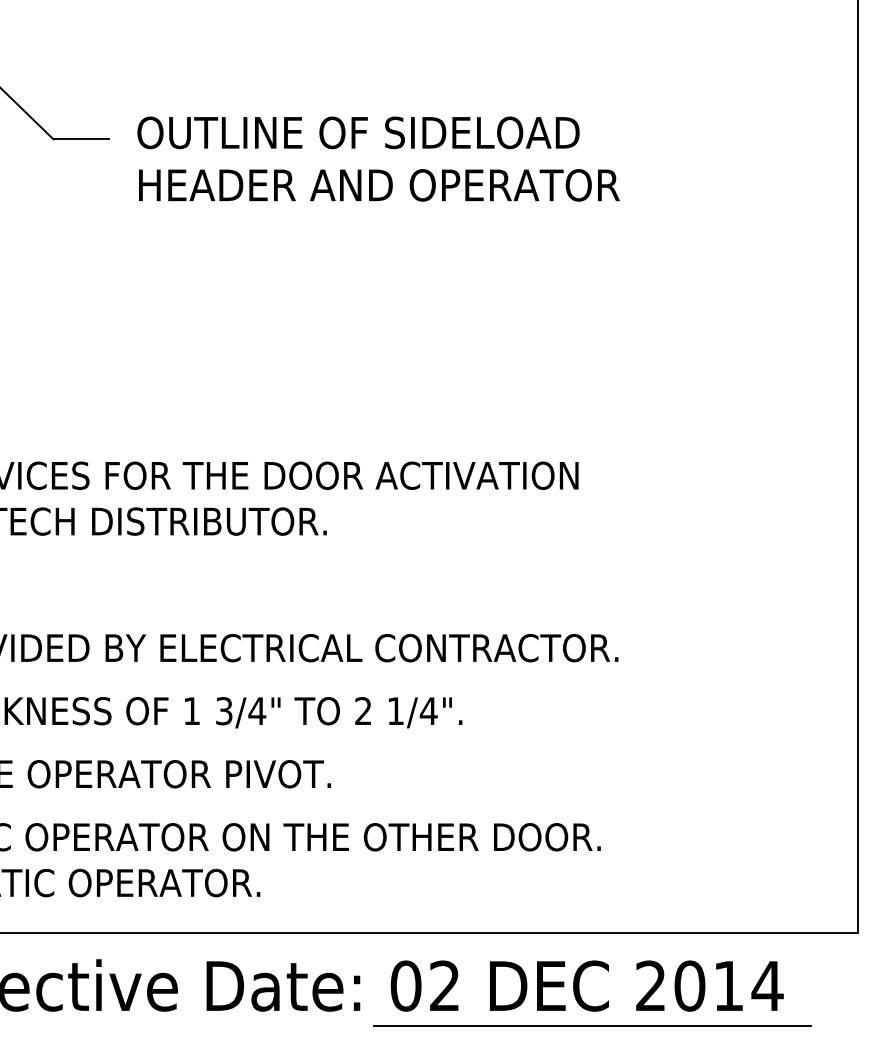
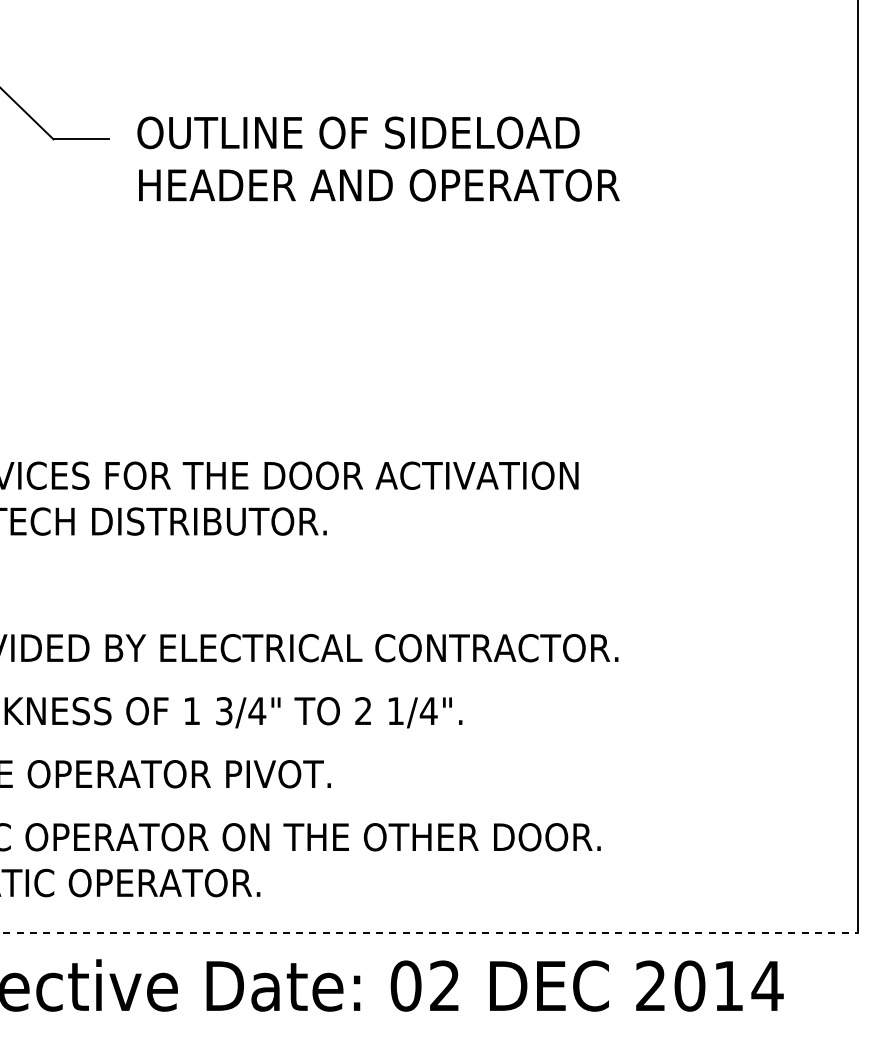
line at (429, 933): solid -> dashed
line at (592, 1026): present -> none
